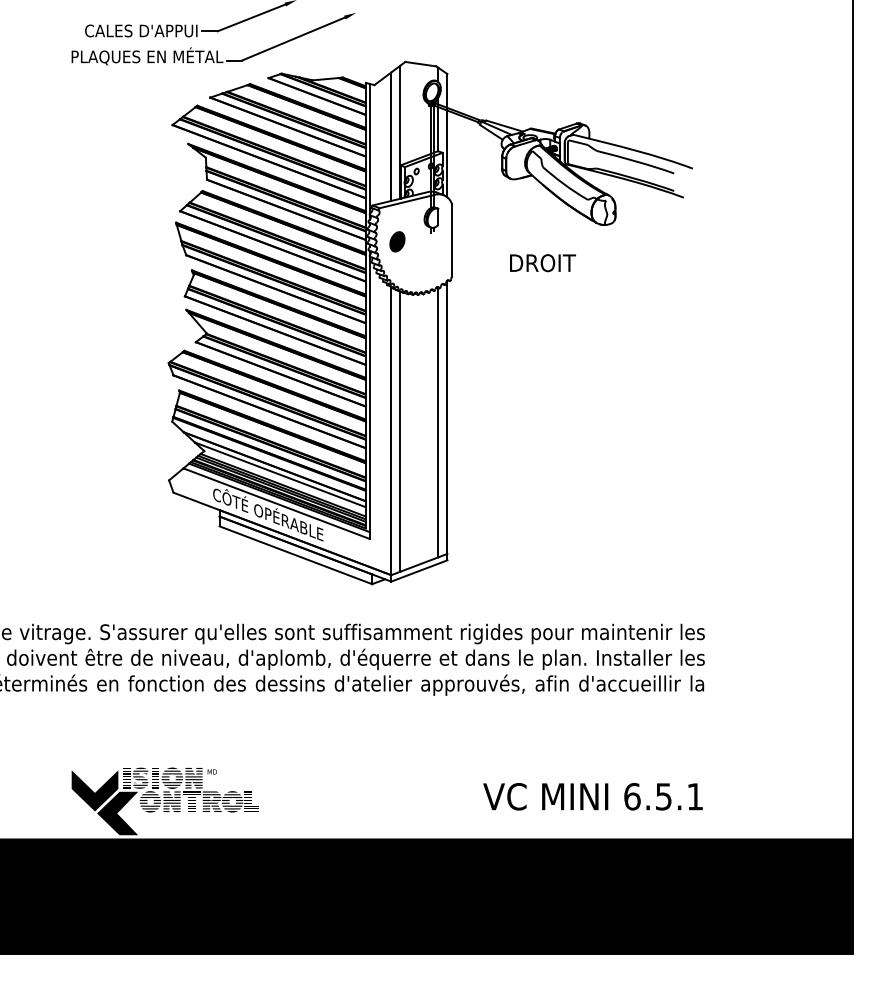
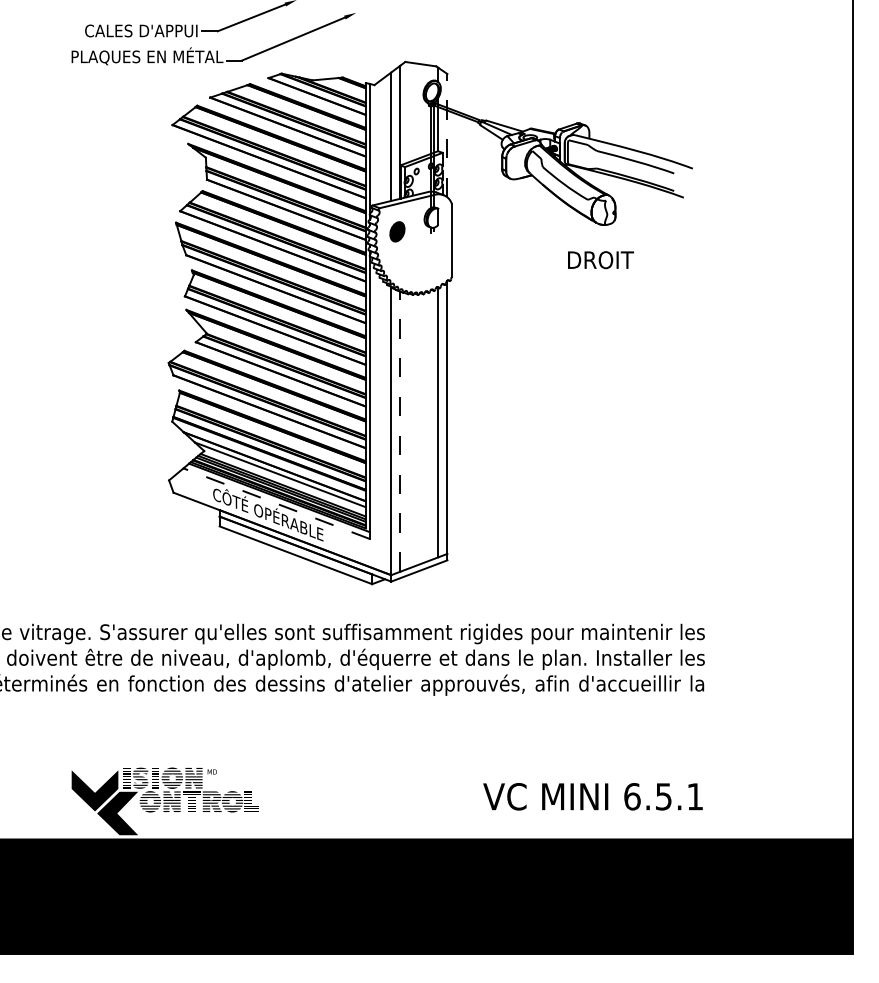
line at (447, 135): solid -> dashed
part at (397, 241) position: (397, 241) -> (397, 231)
text at (542, 263) position: (542, 263) -> (600, 260)
line at (400, 431): solid -> dashed
line at (276, 503): solid -> dashed
